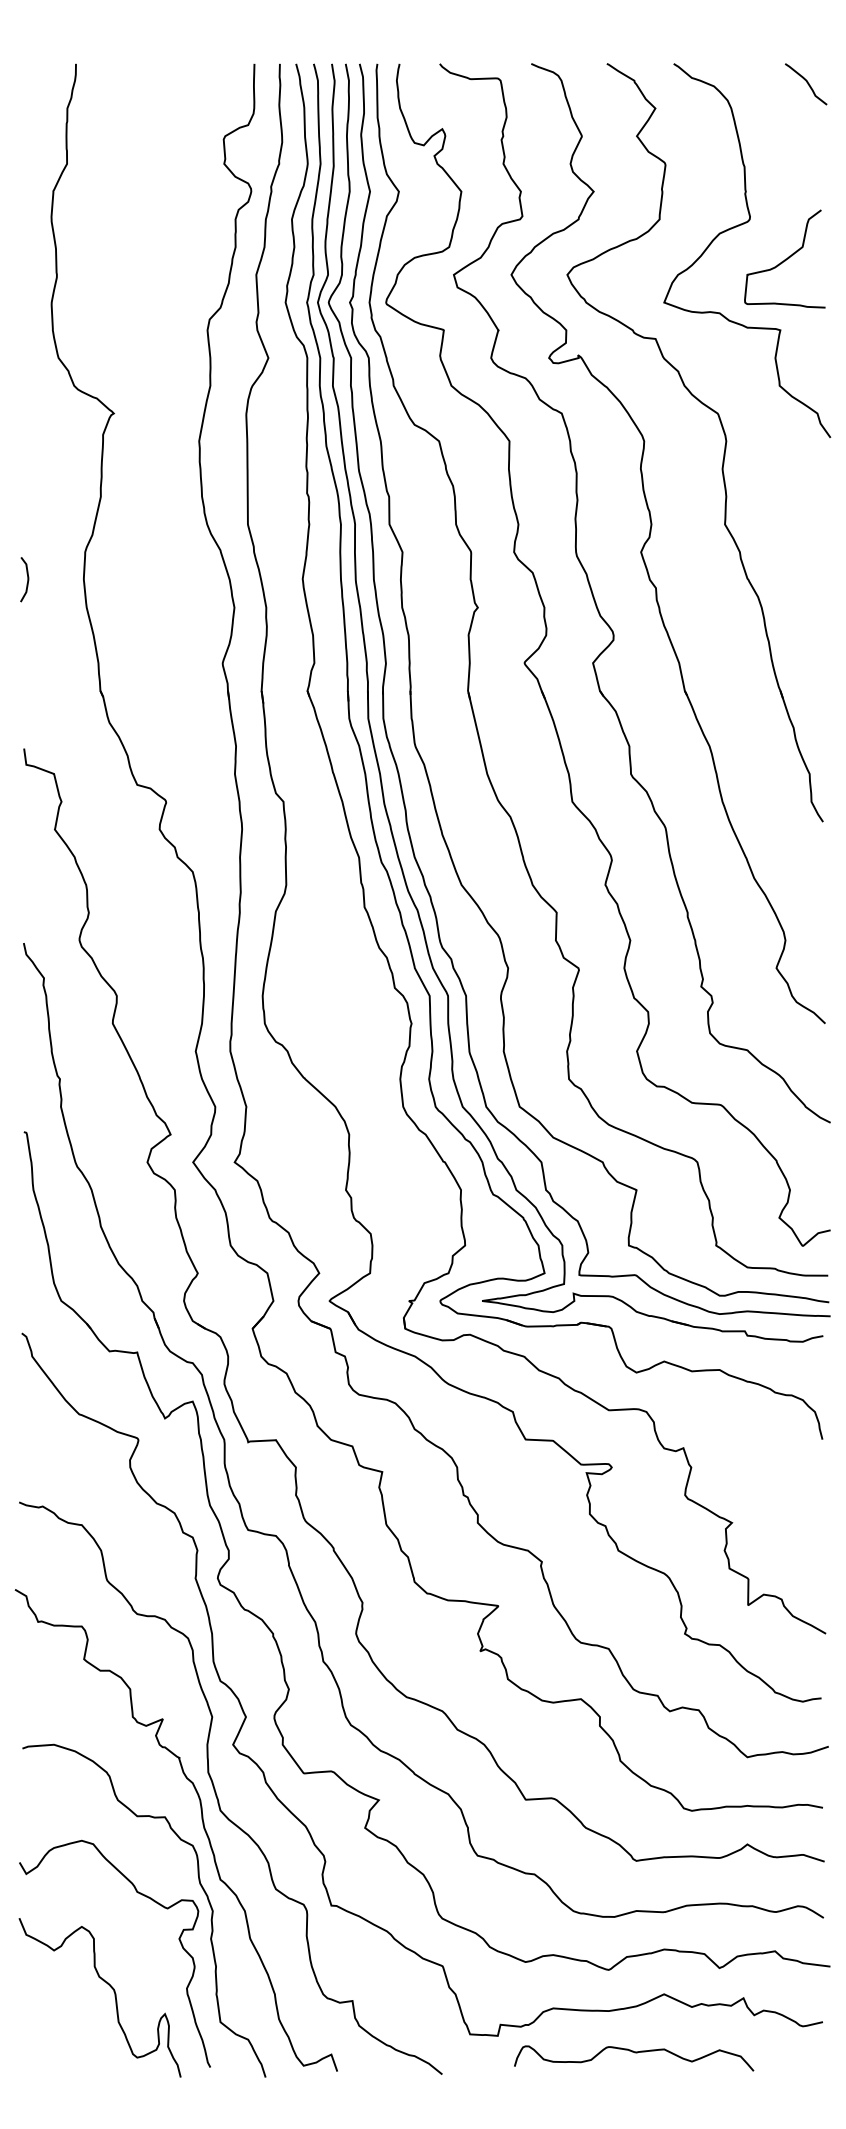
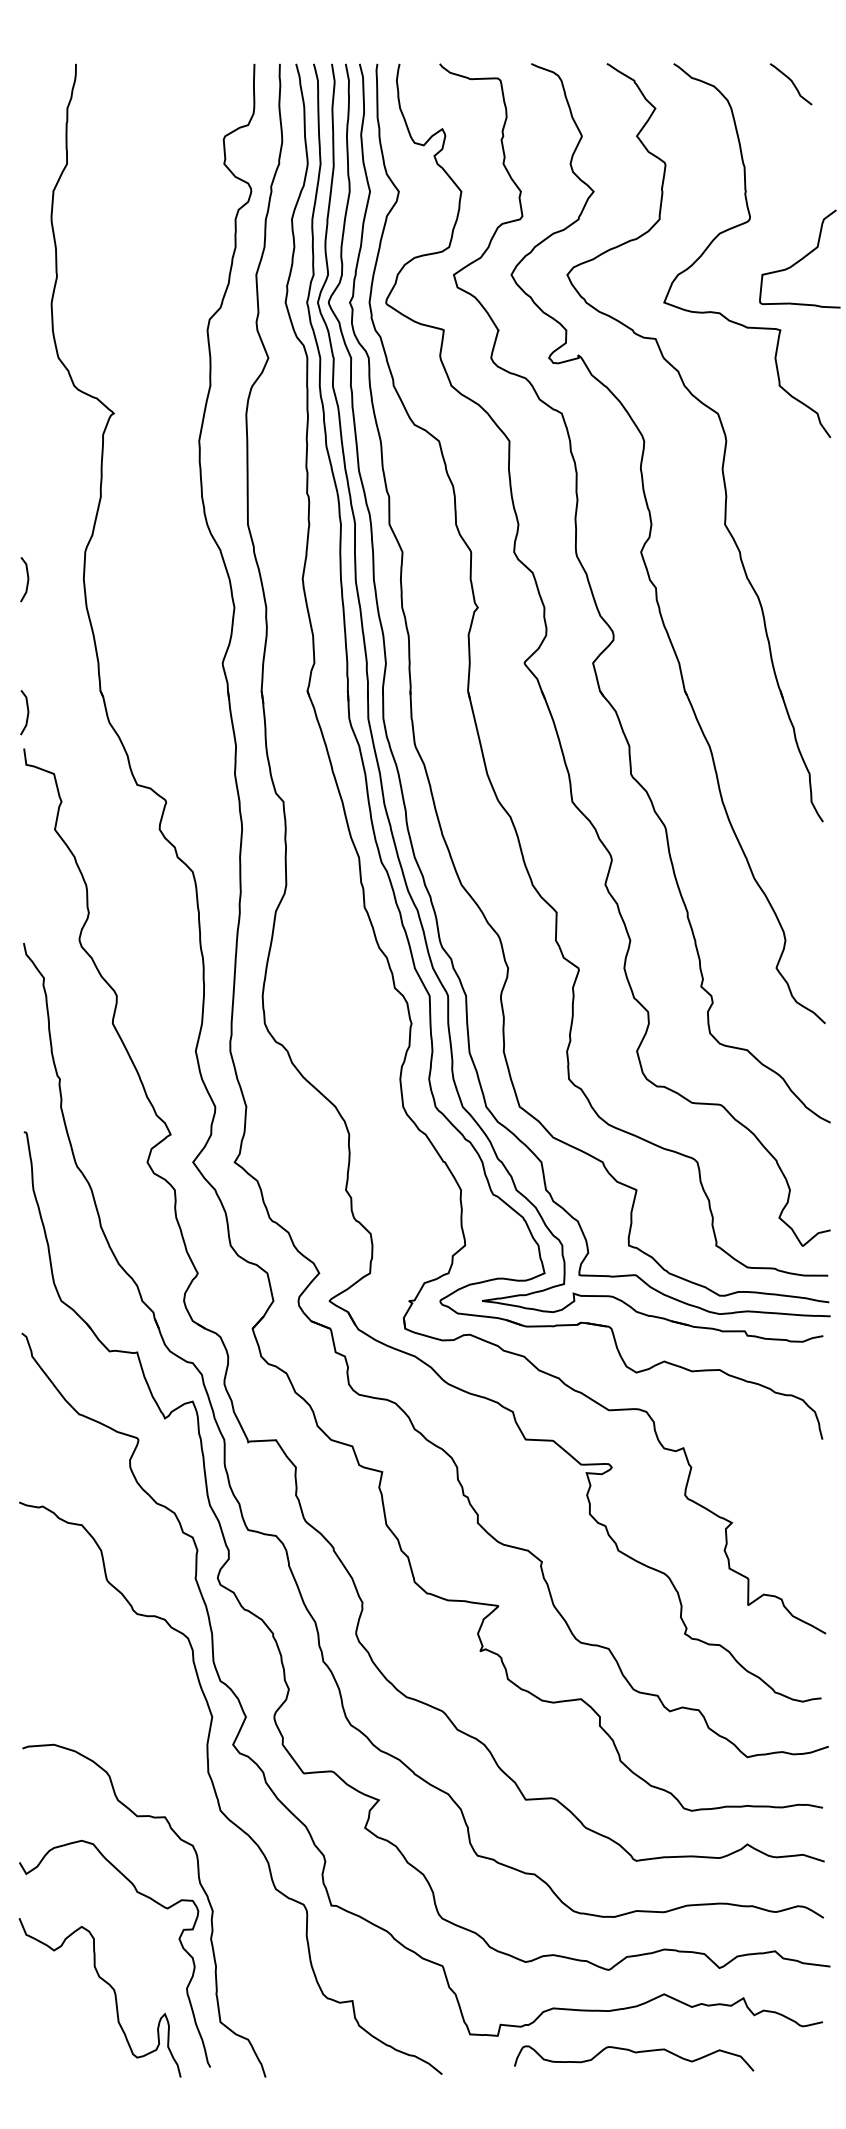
curve at (807, 84) position: (807, 84) -> (792, 84)
curve at (785, 258) position: (785, 258) -> (800, 258)
curve at (27, 712): none -> present
curve at (202, 1825): present -> none
